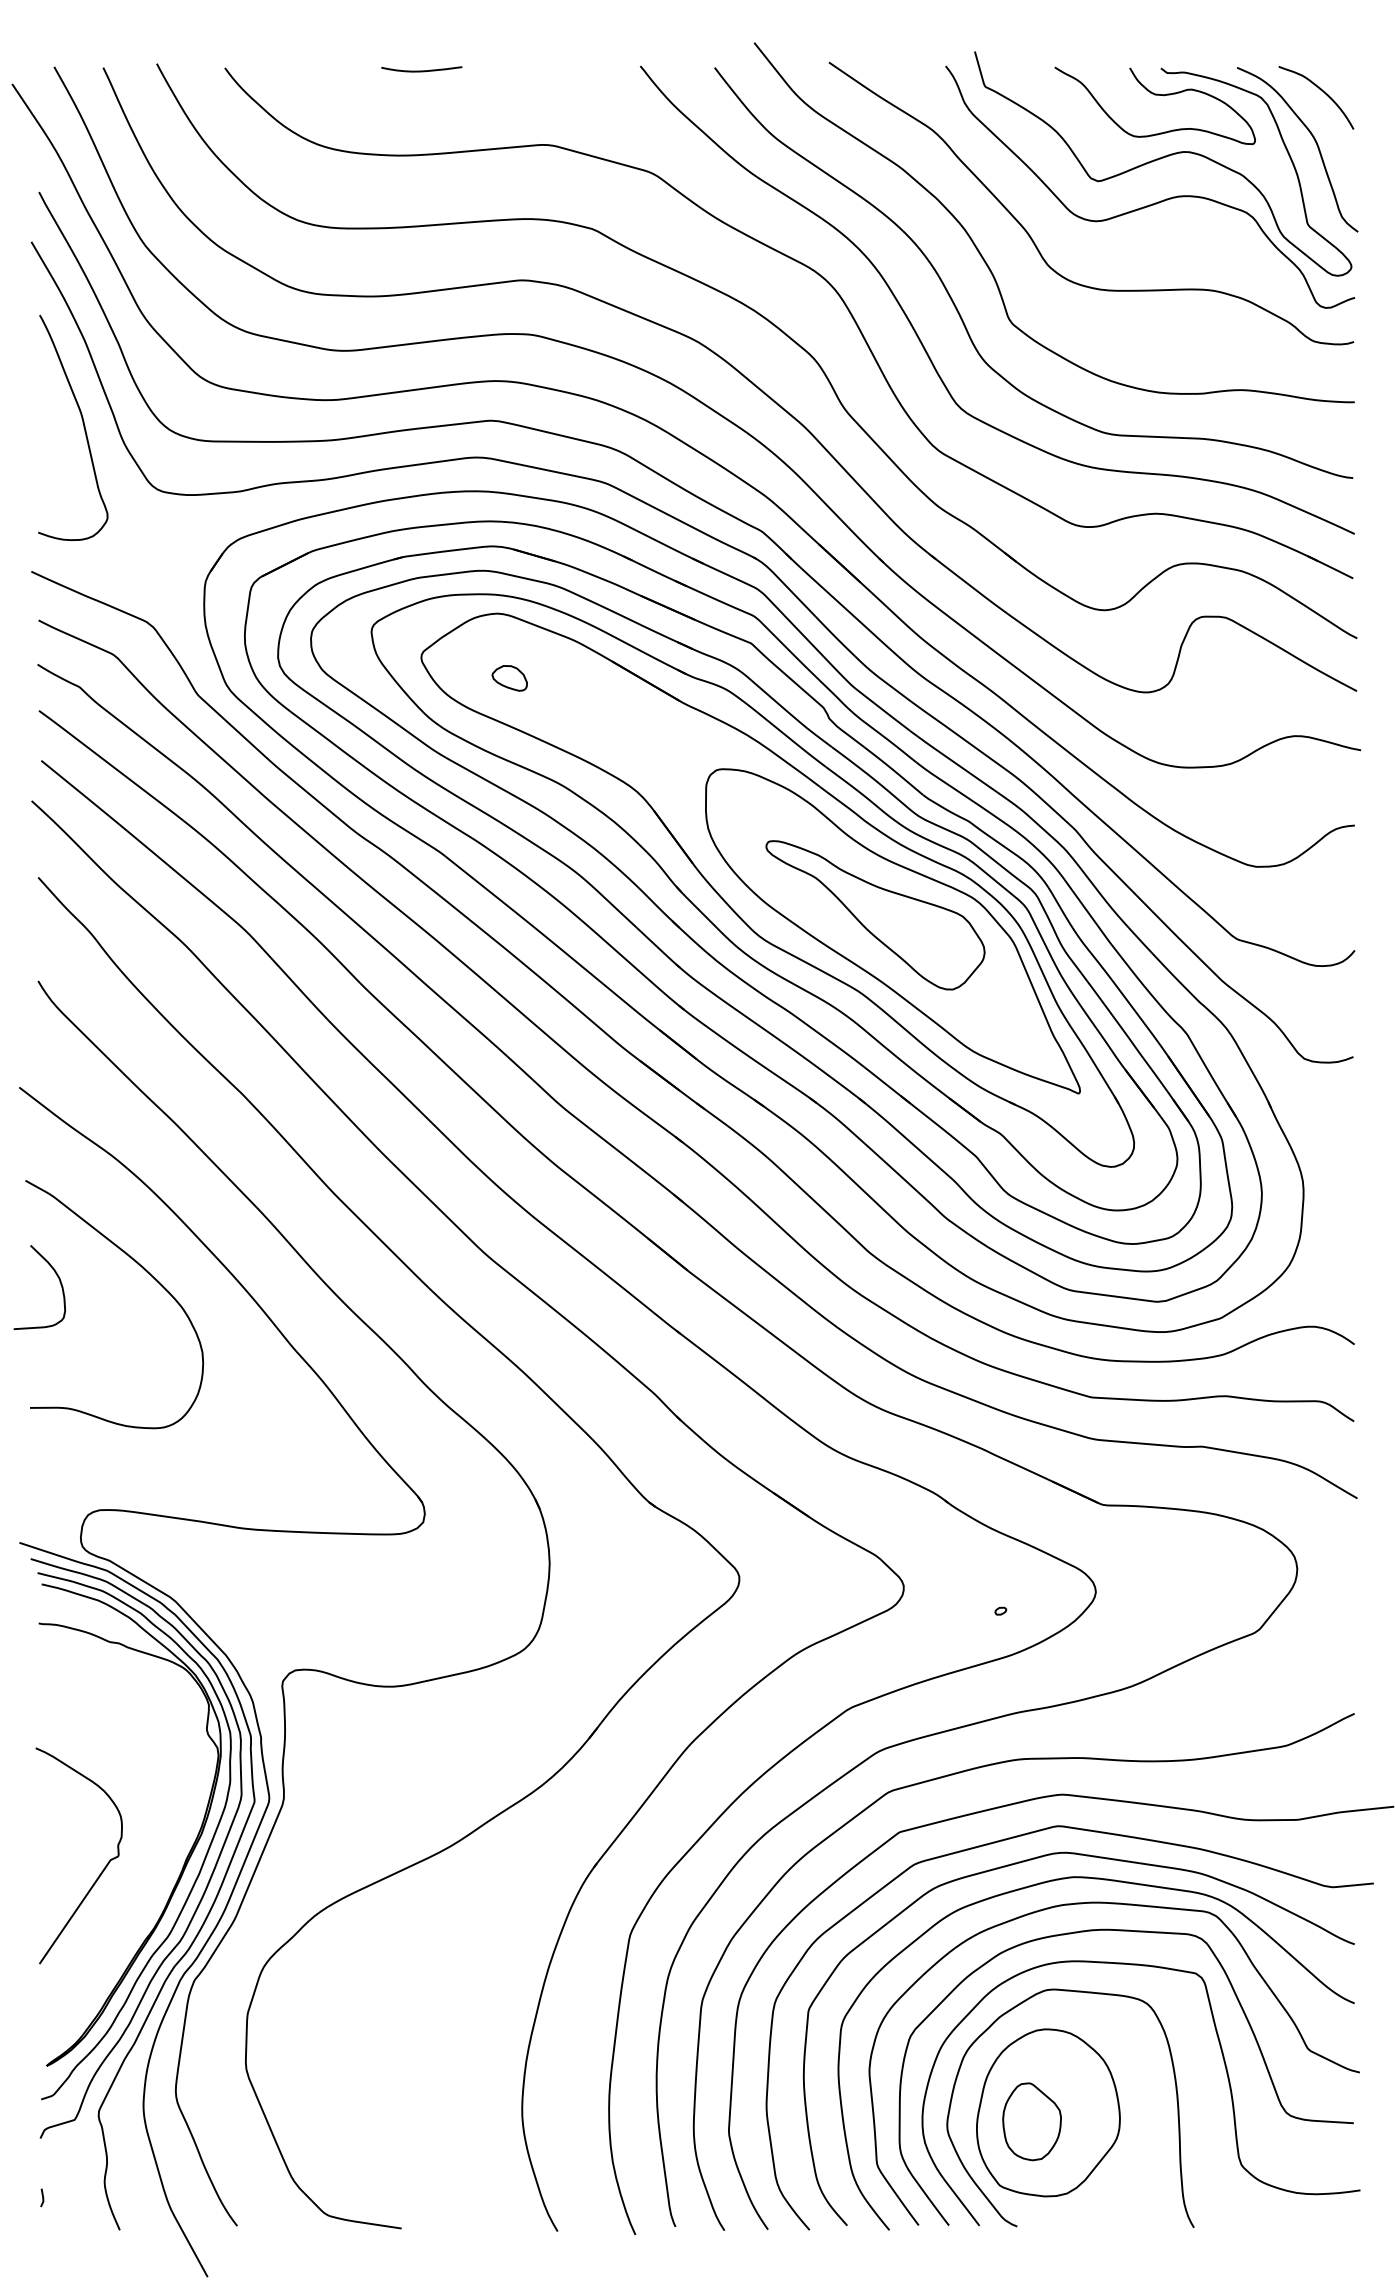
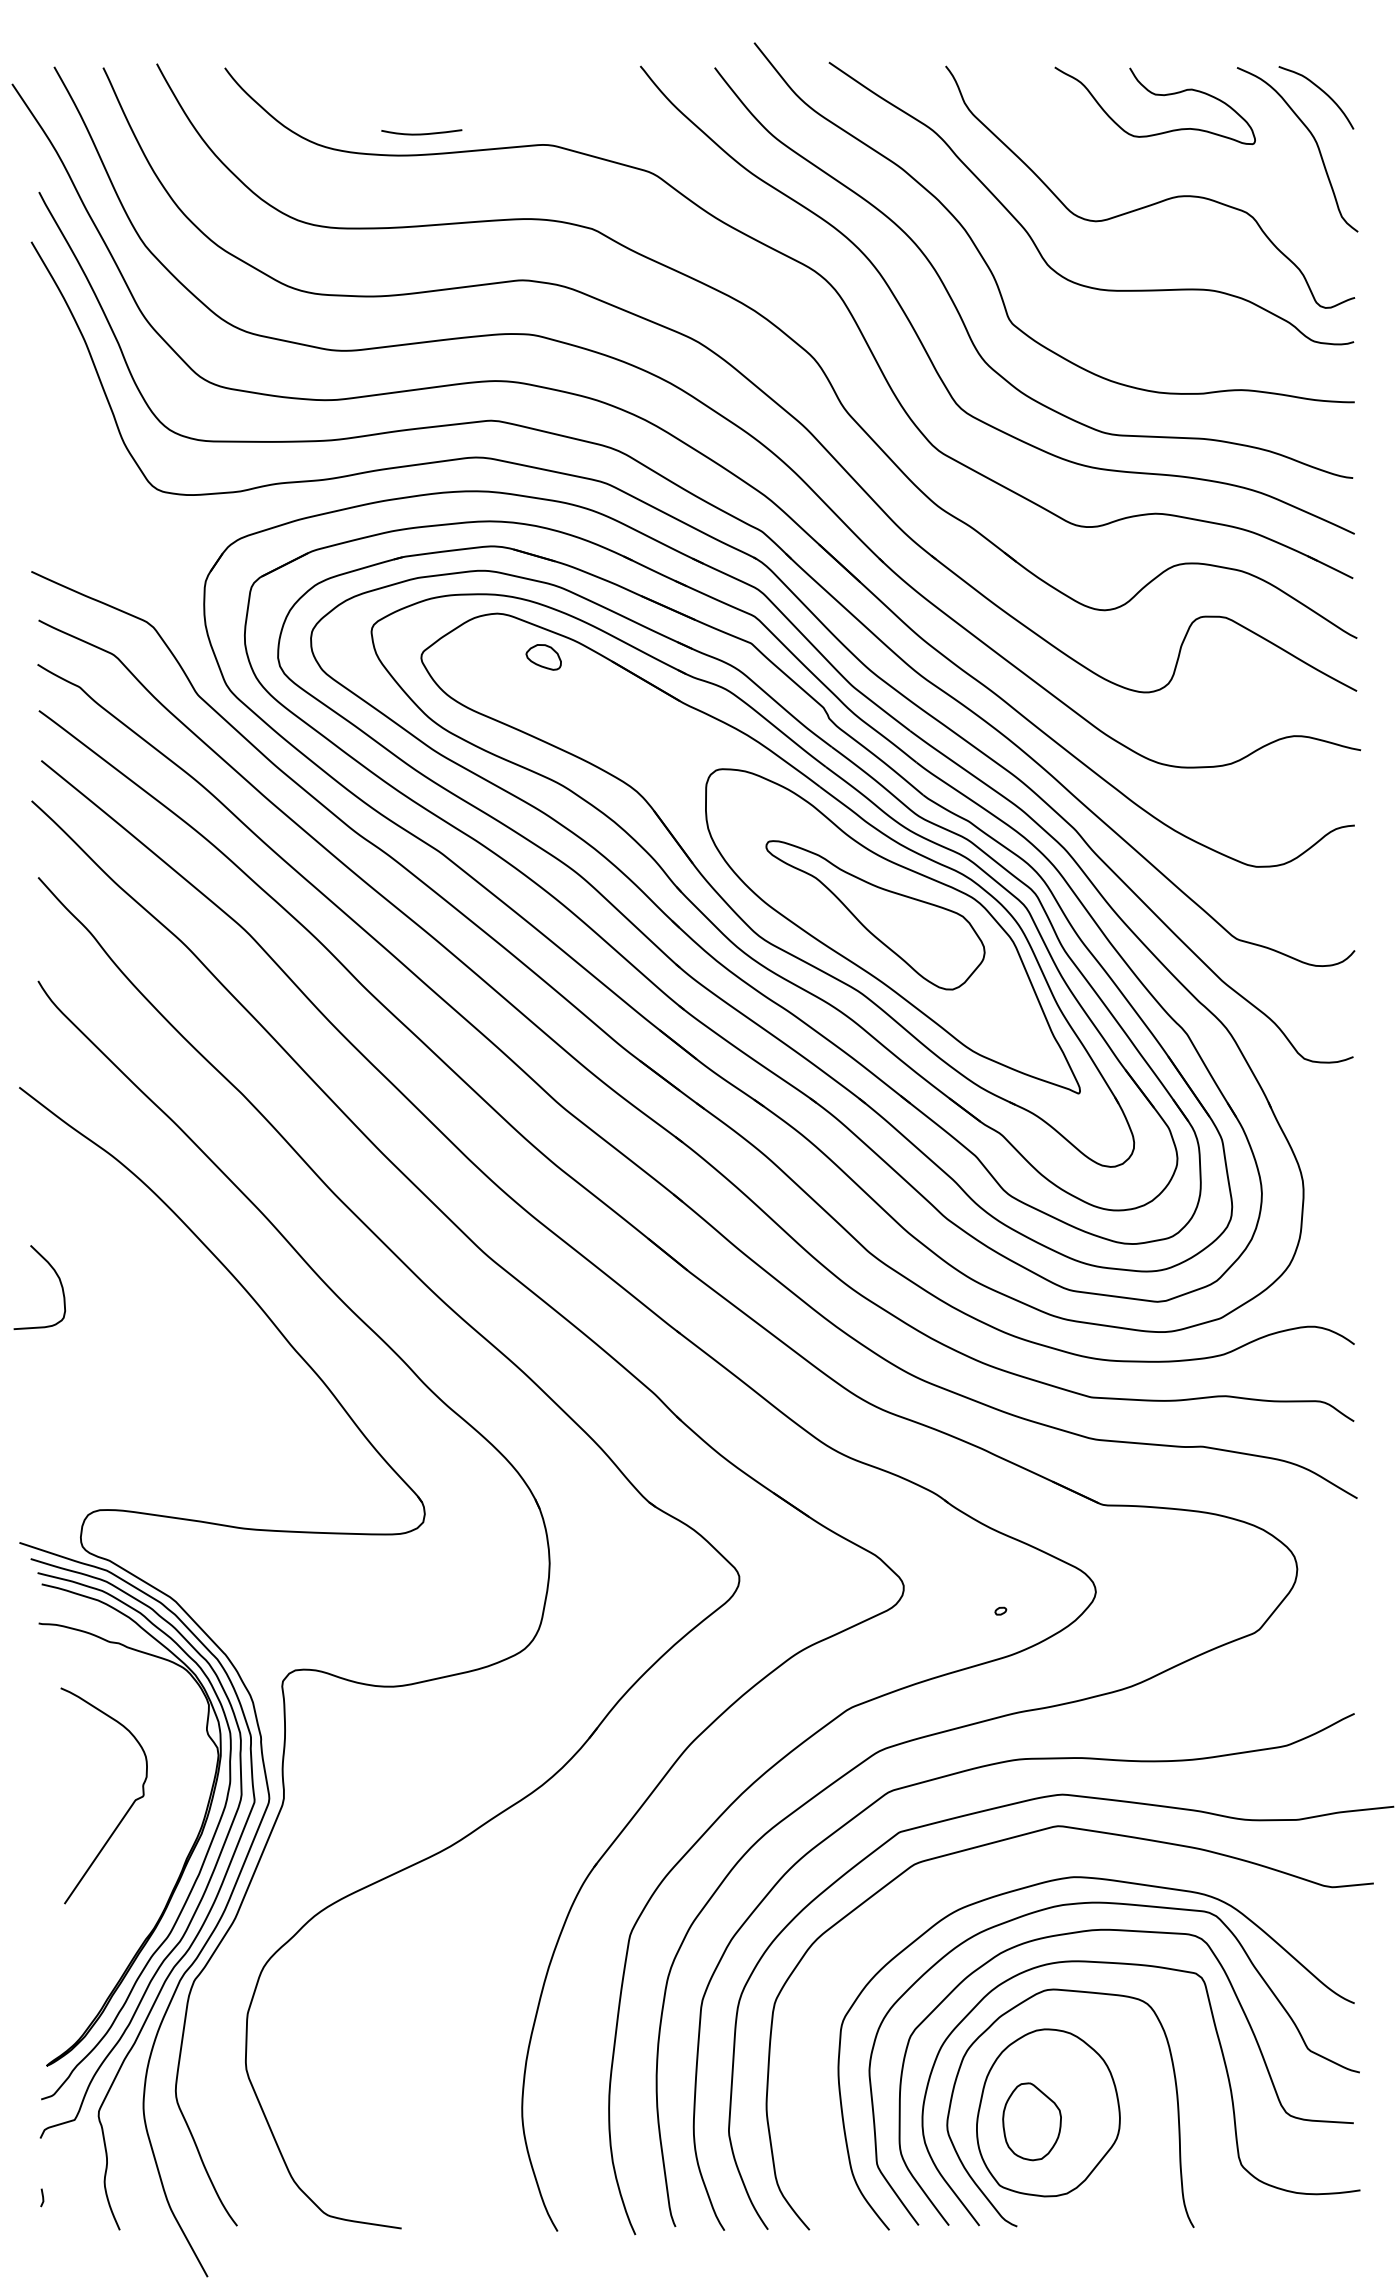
curve at (421, 70) position: (421, 70) -> (421, 133)
curve at (1163, 158): present -> none
curve at (82, 423): present -> none
part at (509, 678) position: (509, 678) -> (543, 657)
curve at (146, 1272): present -> none
curve at (1106, 1859): present -> none
curve at (101, 1871) position: (101, 1871) -> (126, 1811)
